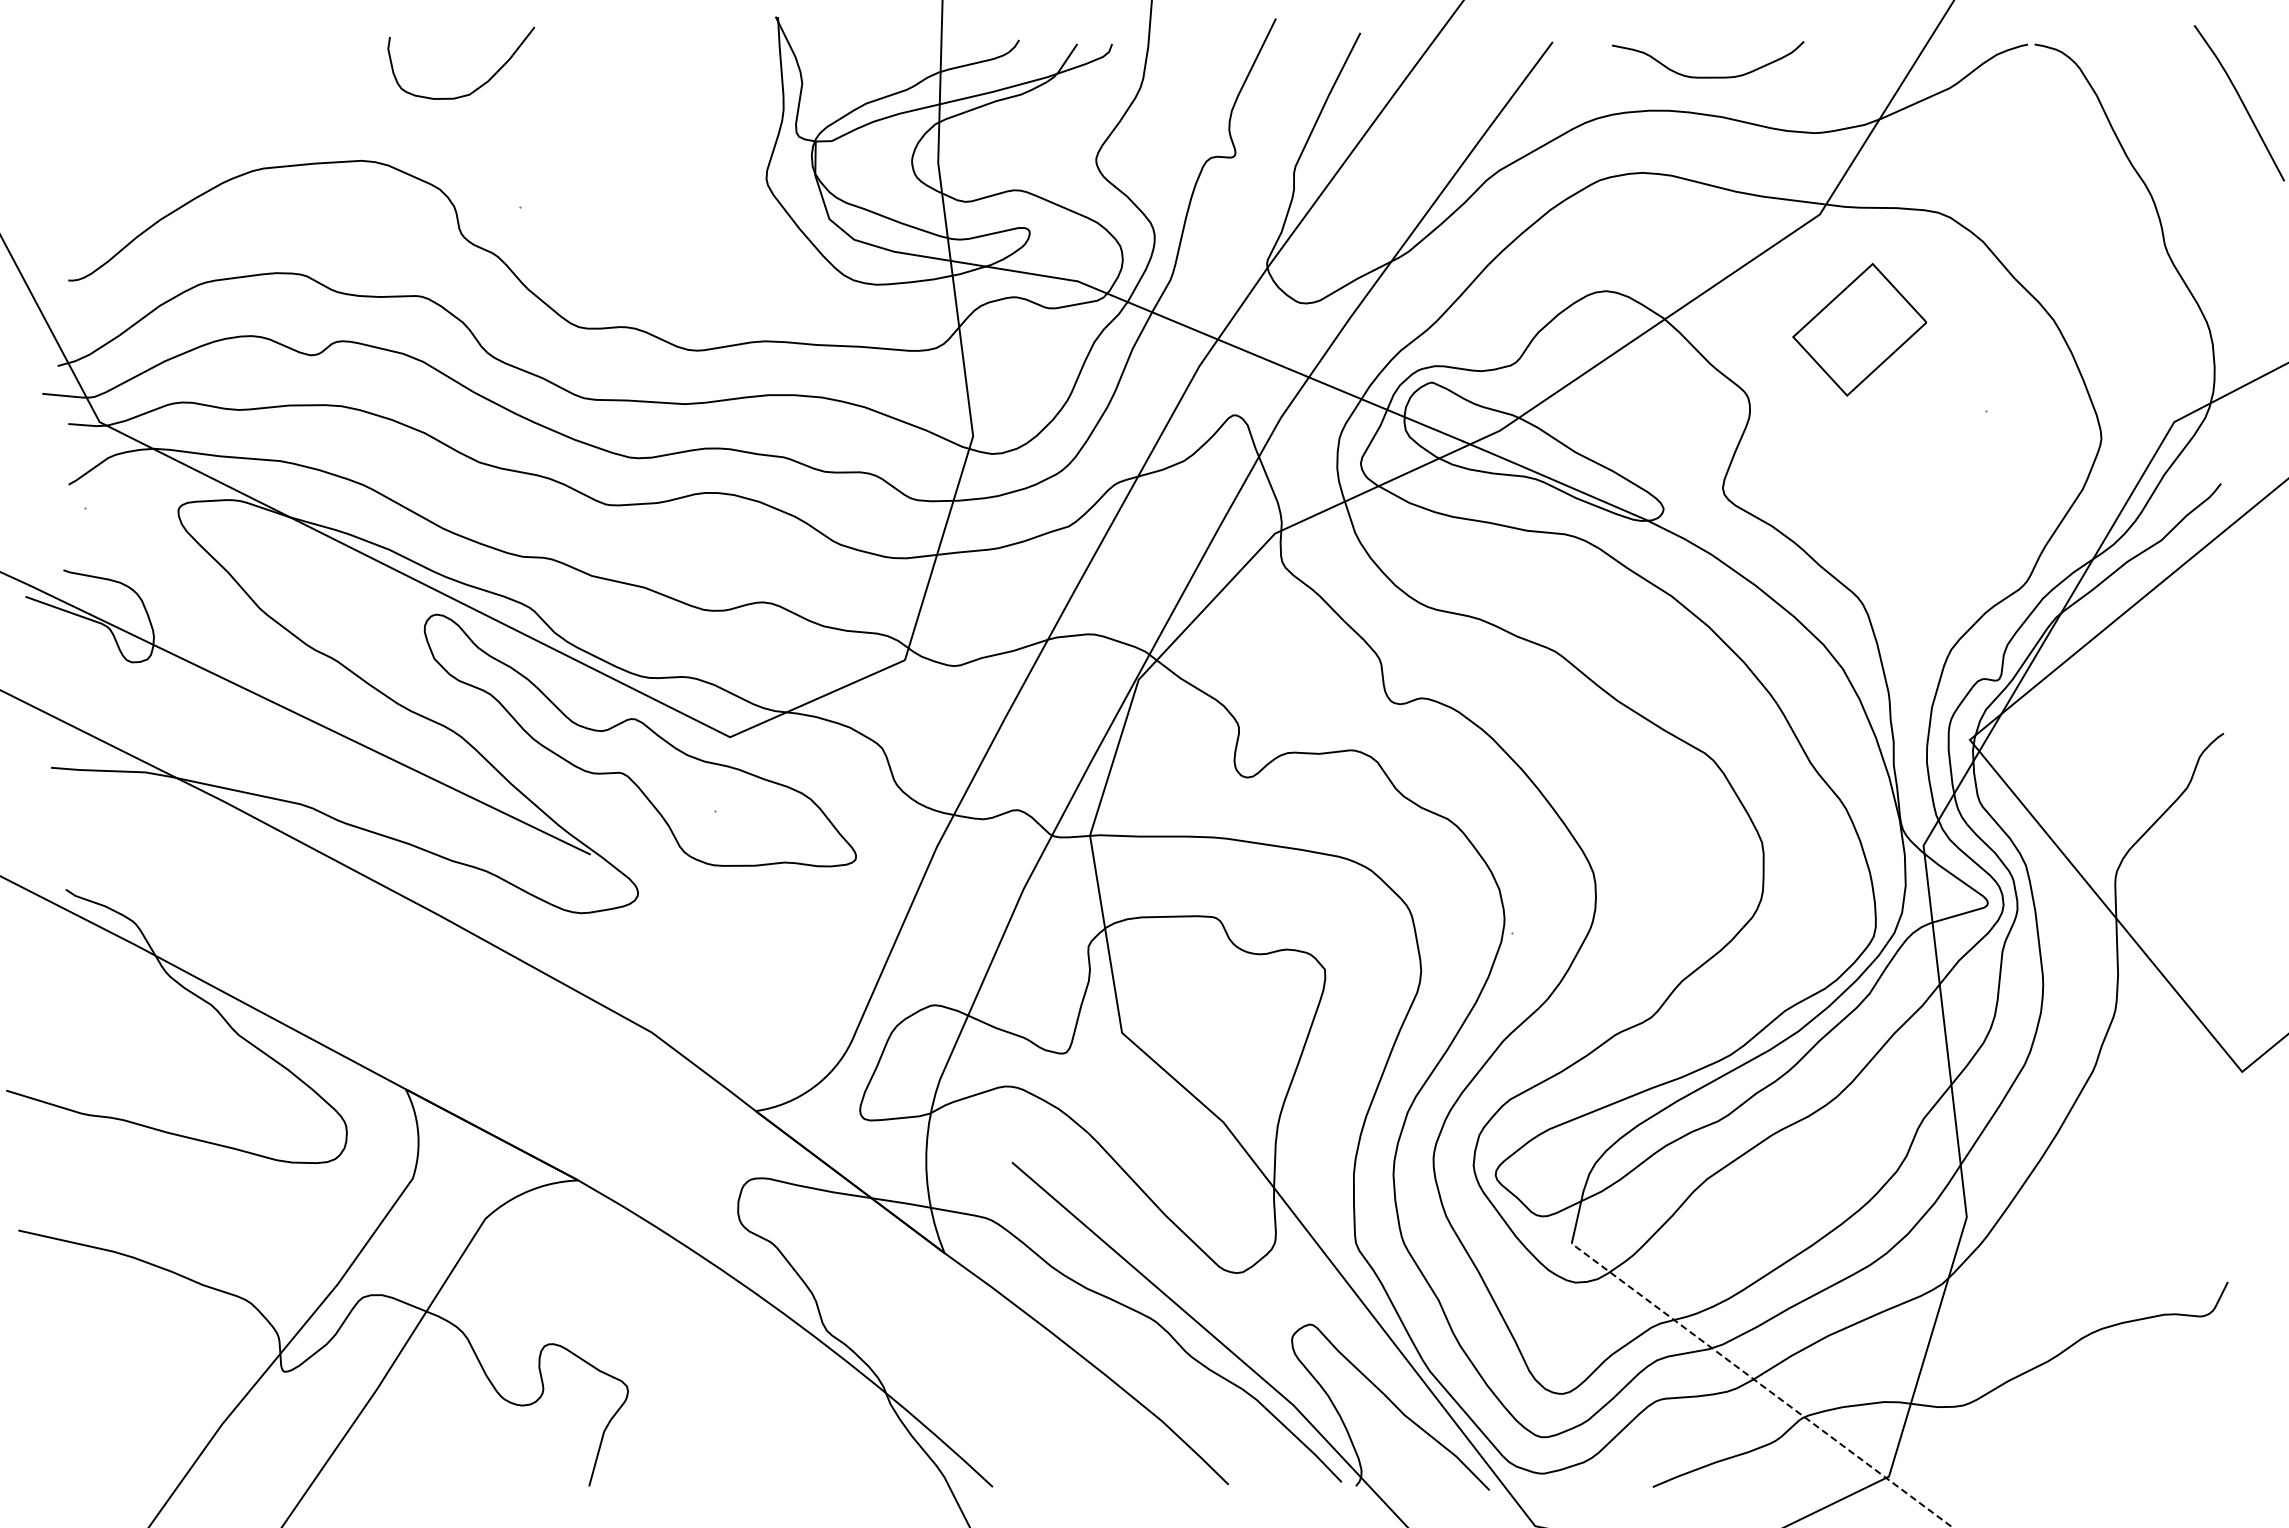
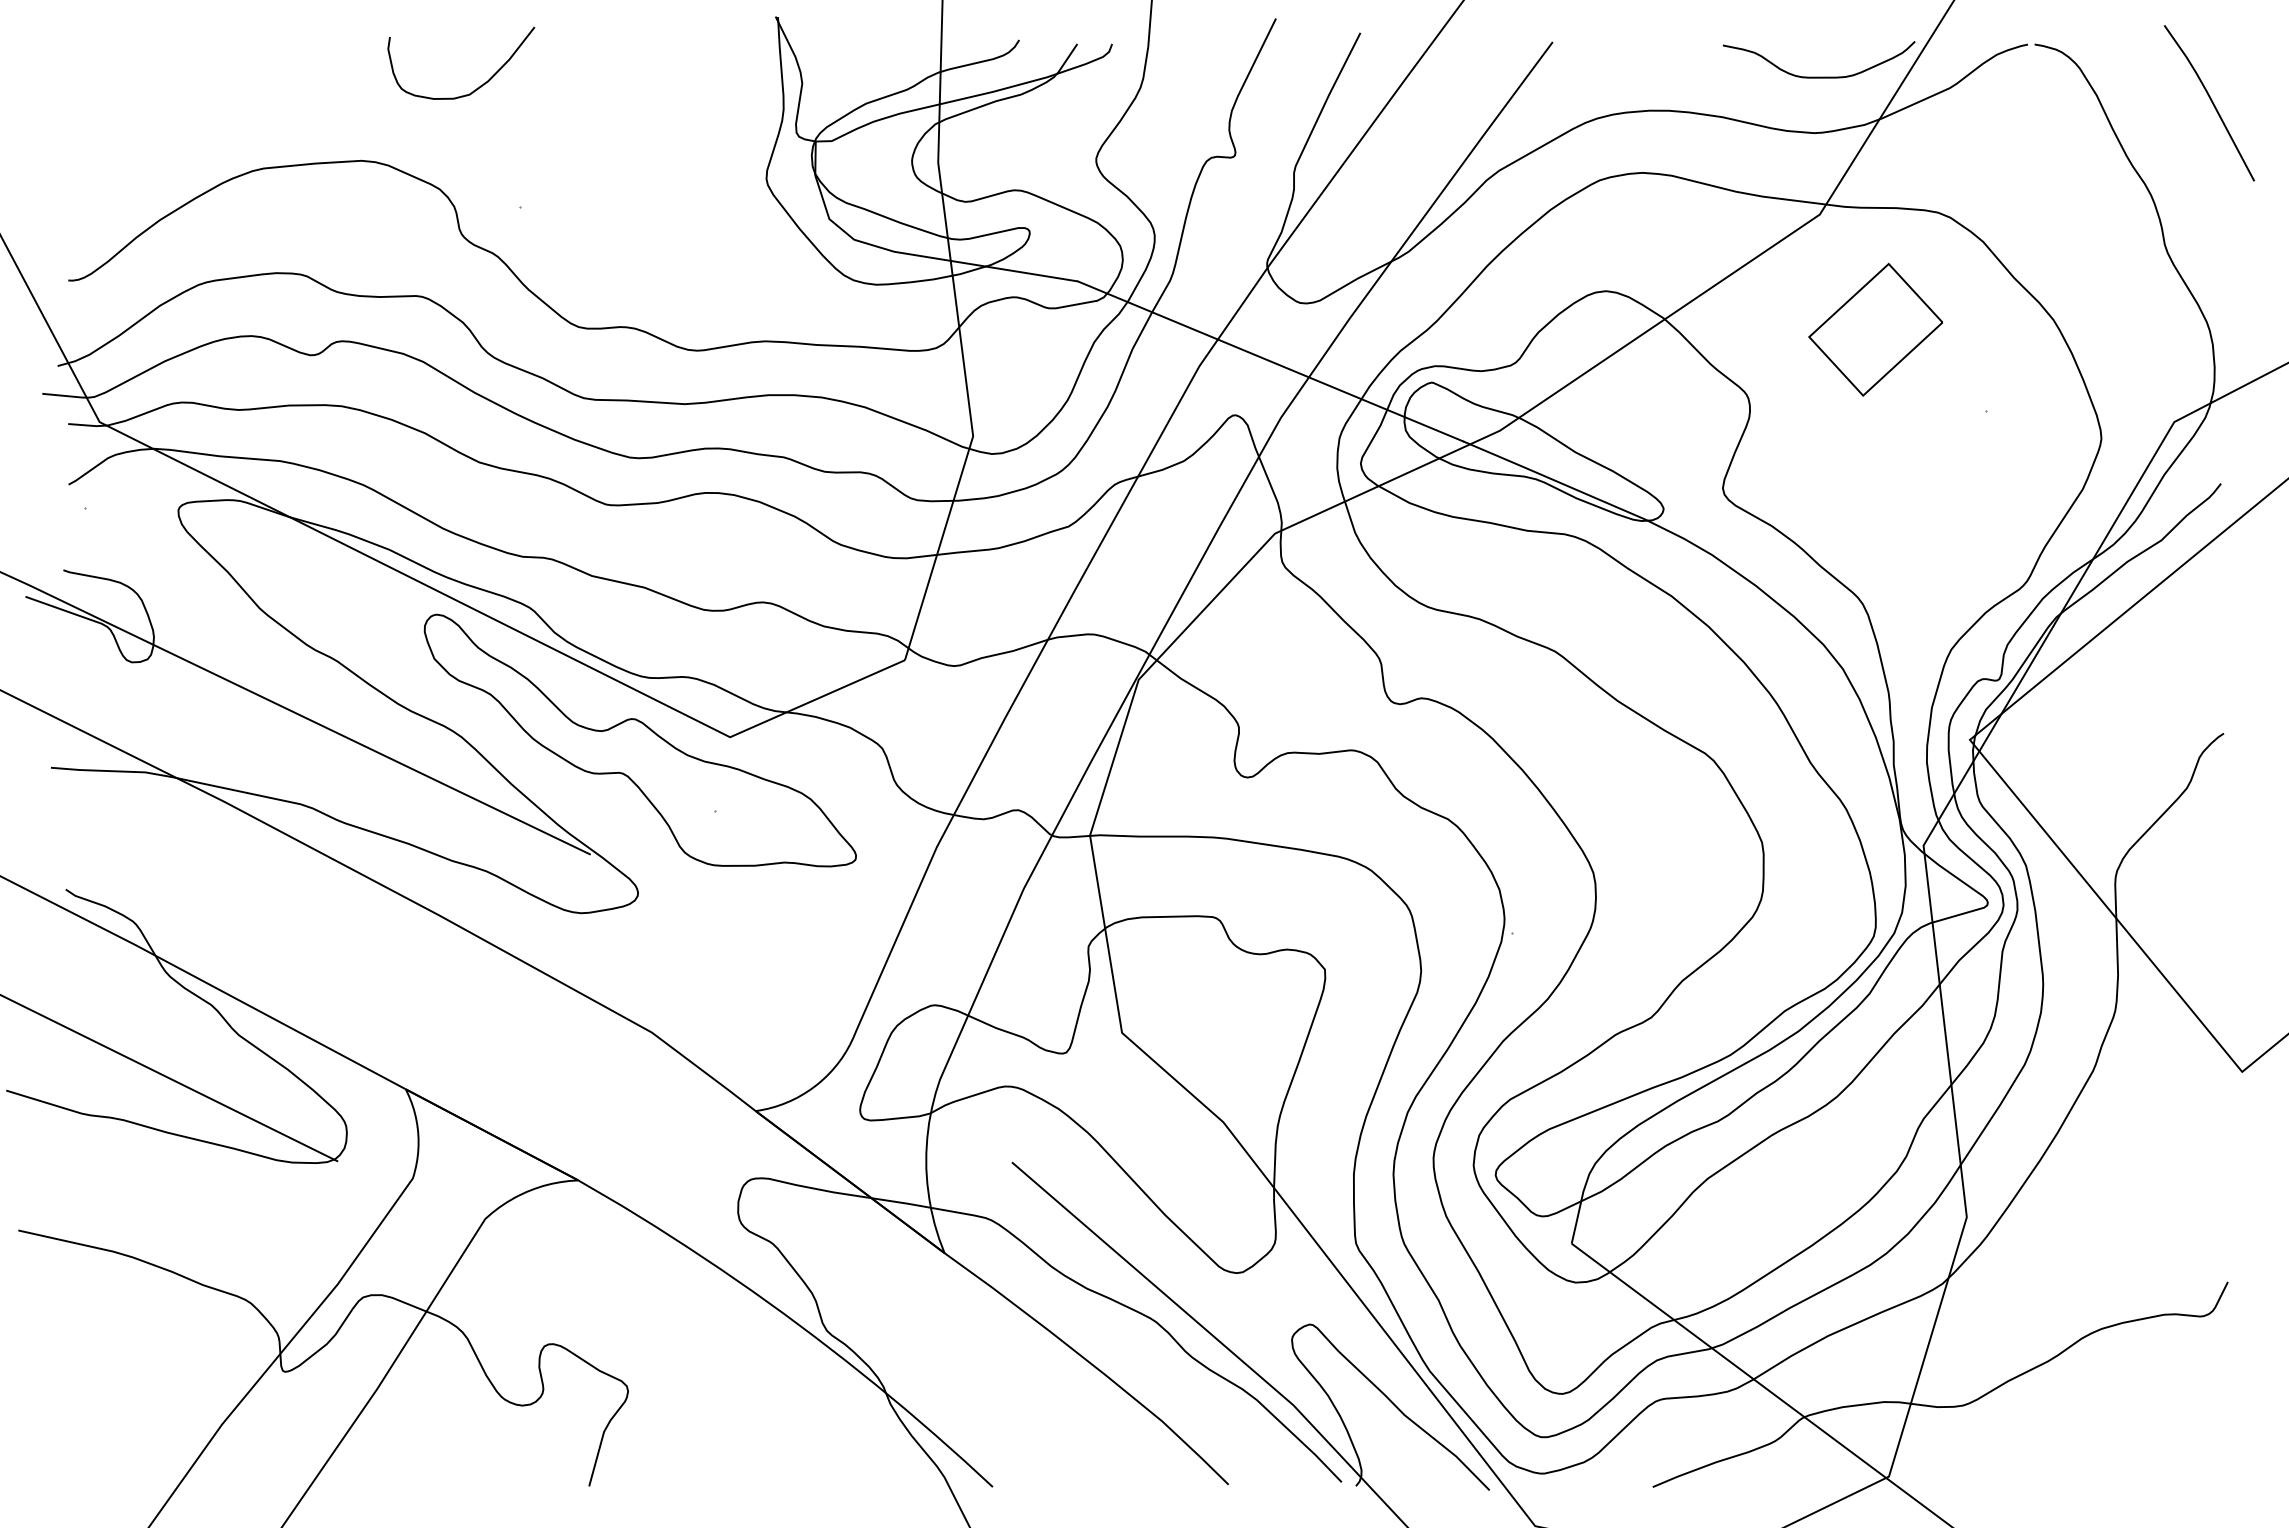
curve at (1708, 76) position: (1708, 76) -> (1819, 76)
line at (2241, 102) position: (2241, 102) -> (2211, 102)
part at (1859, 329) position: (1859, 329) -> (1875, 329)
line at (169, 1078): none -> present
line at (1762, 1385): dashed -> solid
